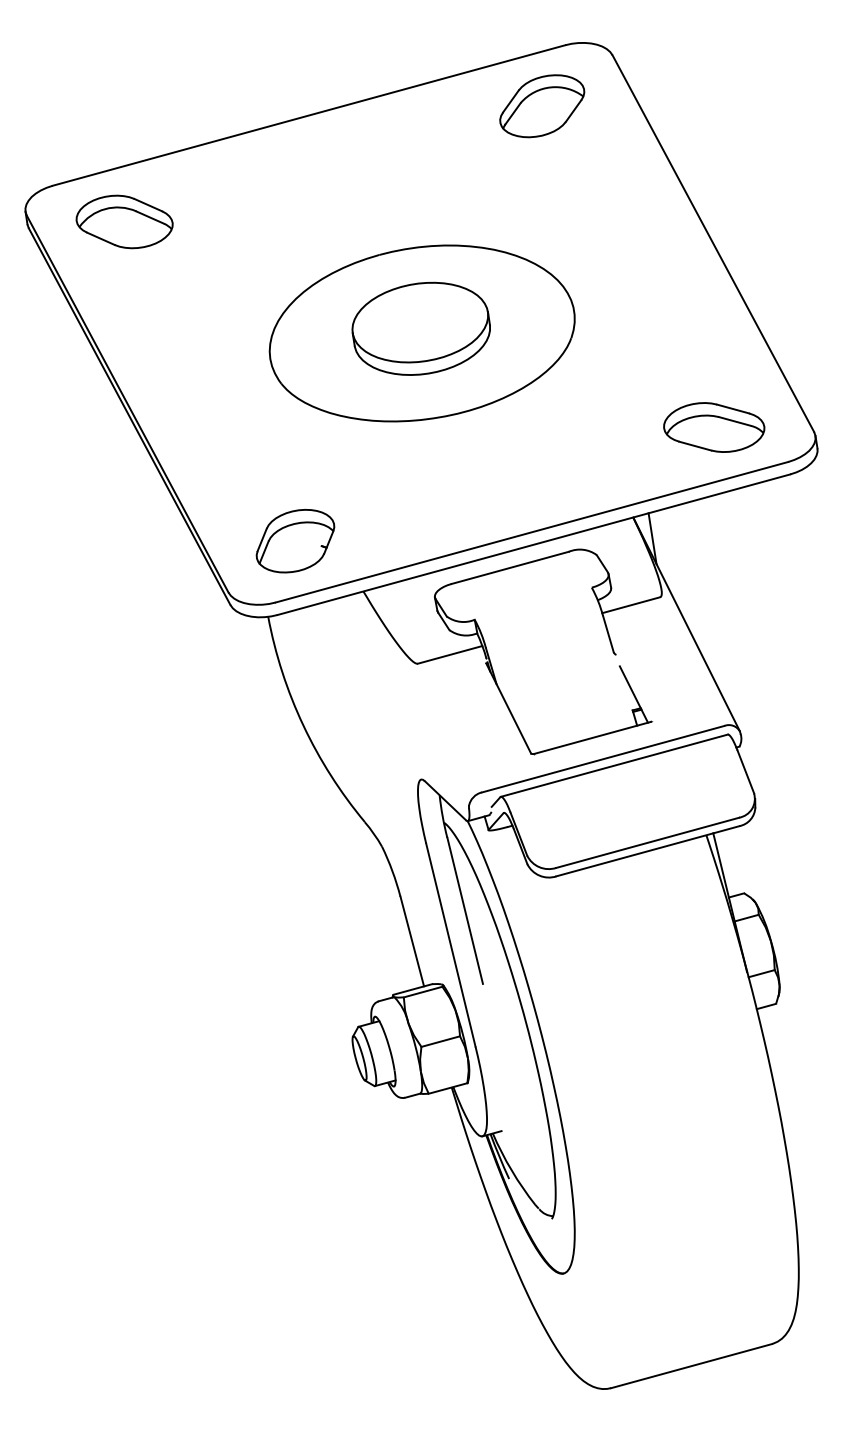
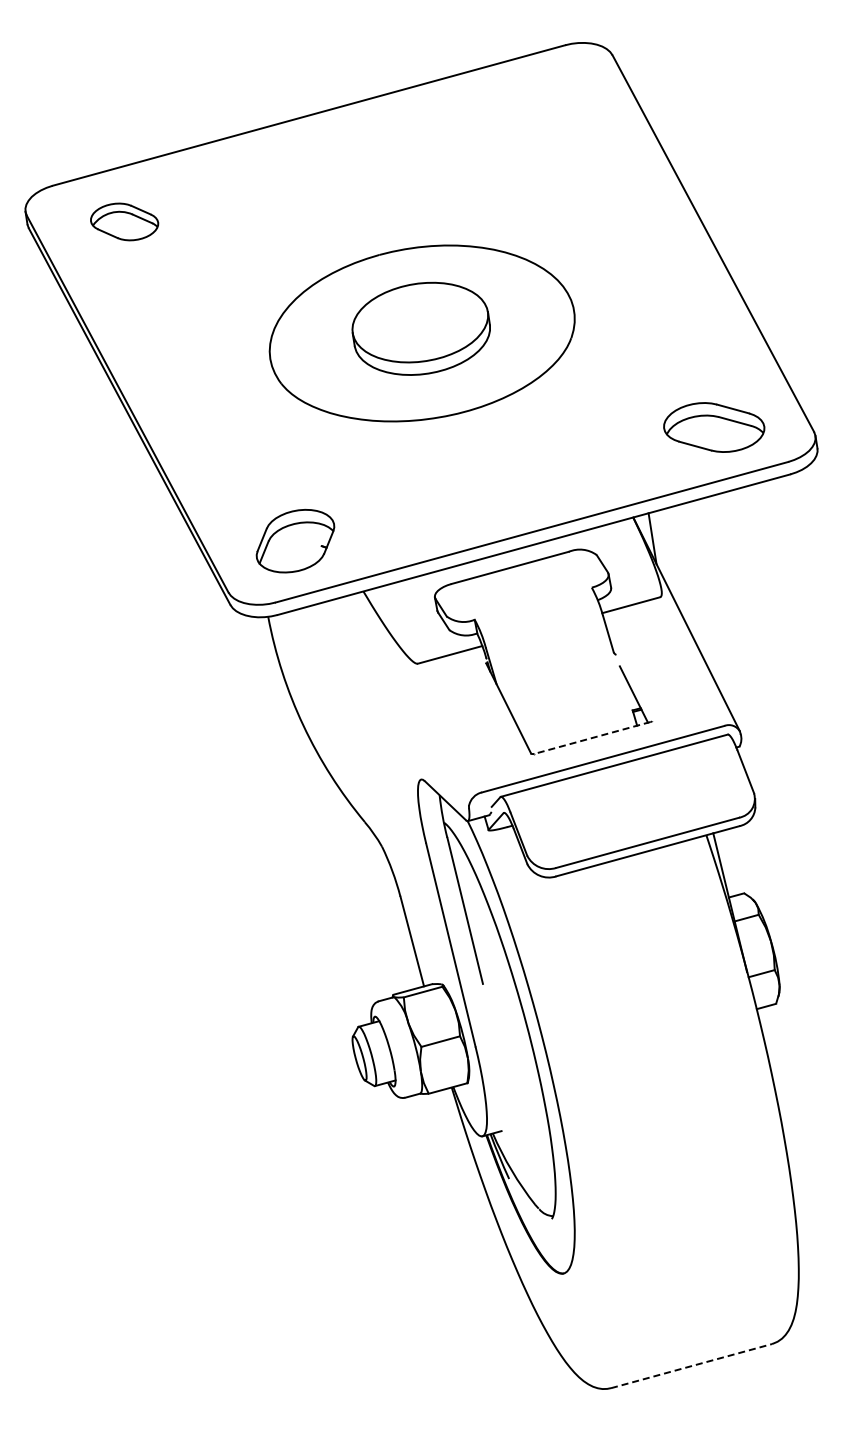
part at (542, 106): present -> none
part at (124, 221) size: 99x56 px -> 70x40 px
line at (591, 738): solid -> dashed
line at (692, 1366): solid -> dashed
